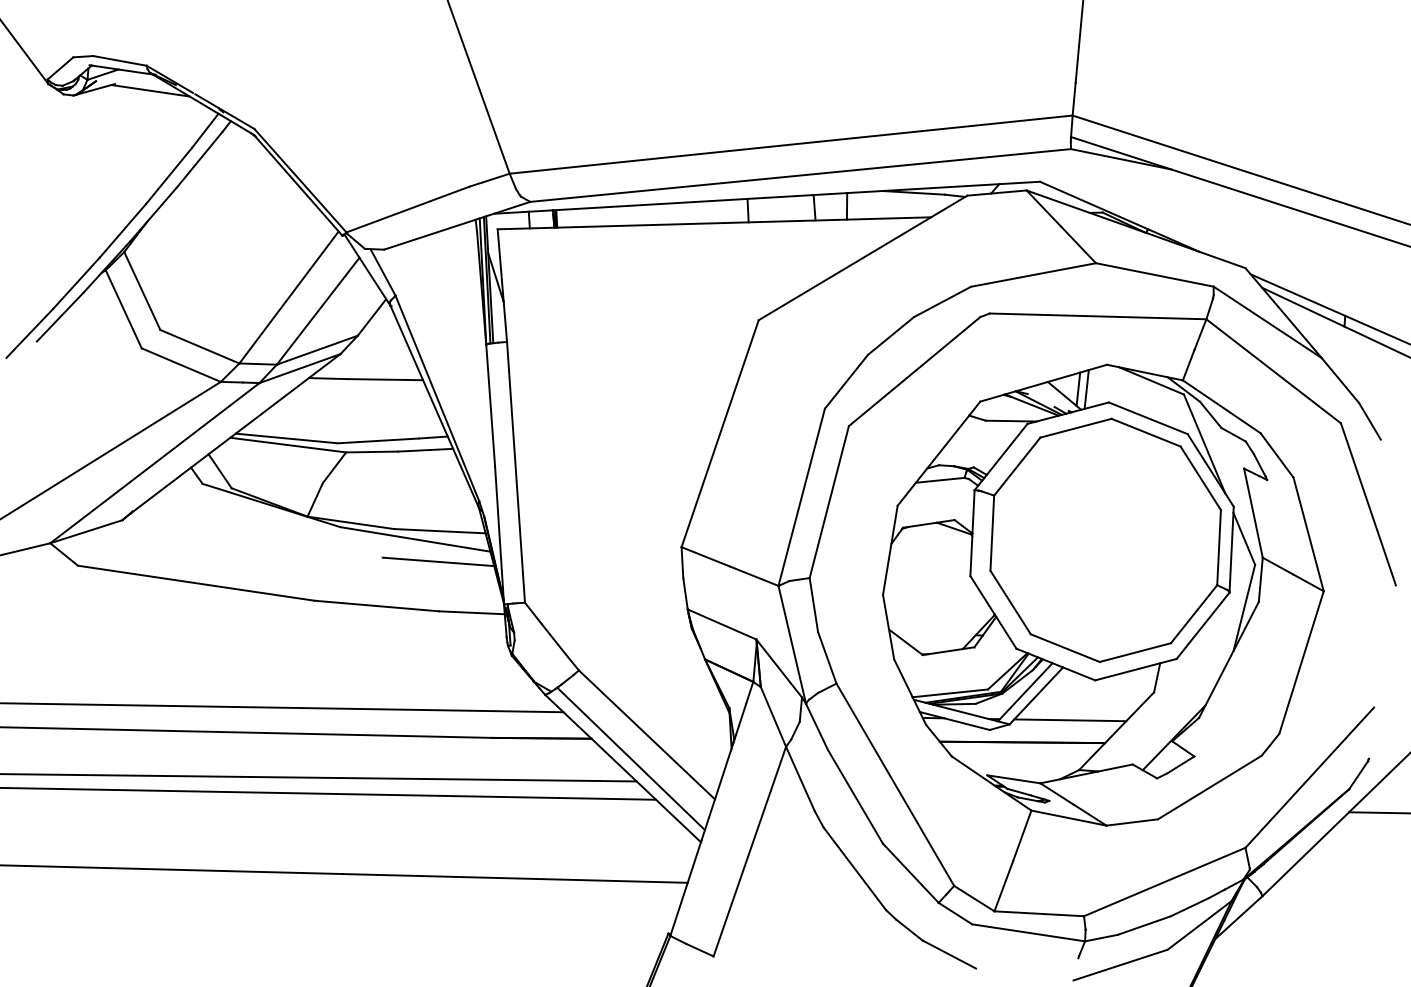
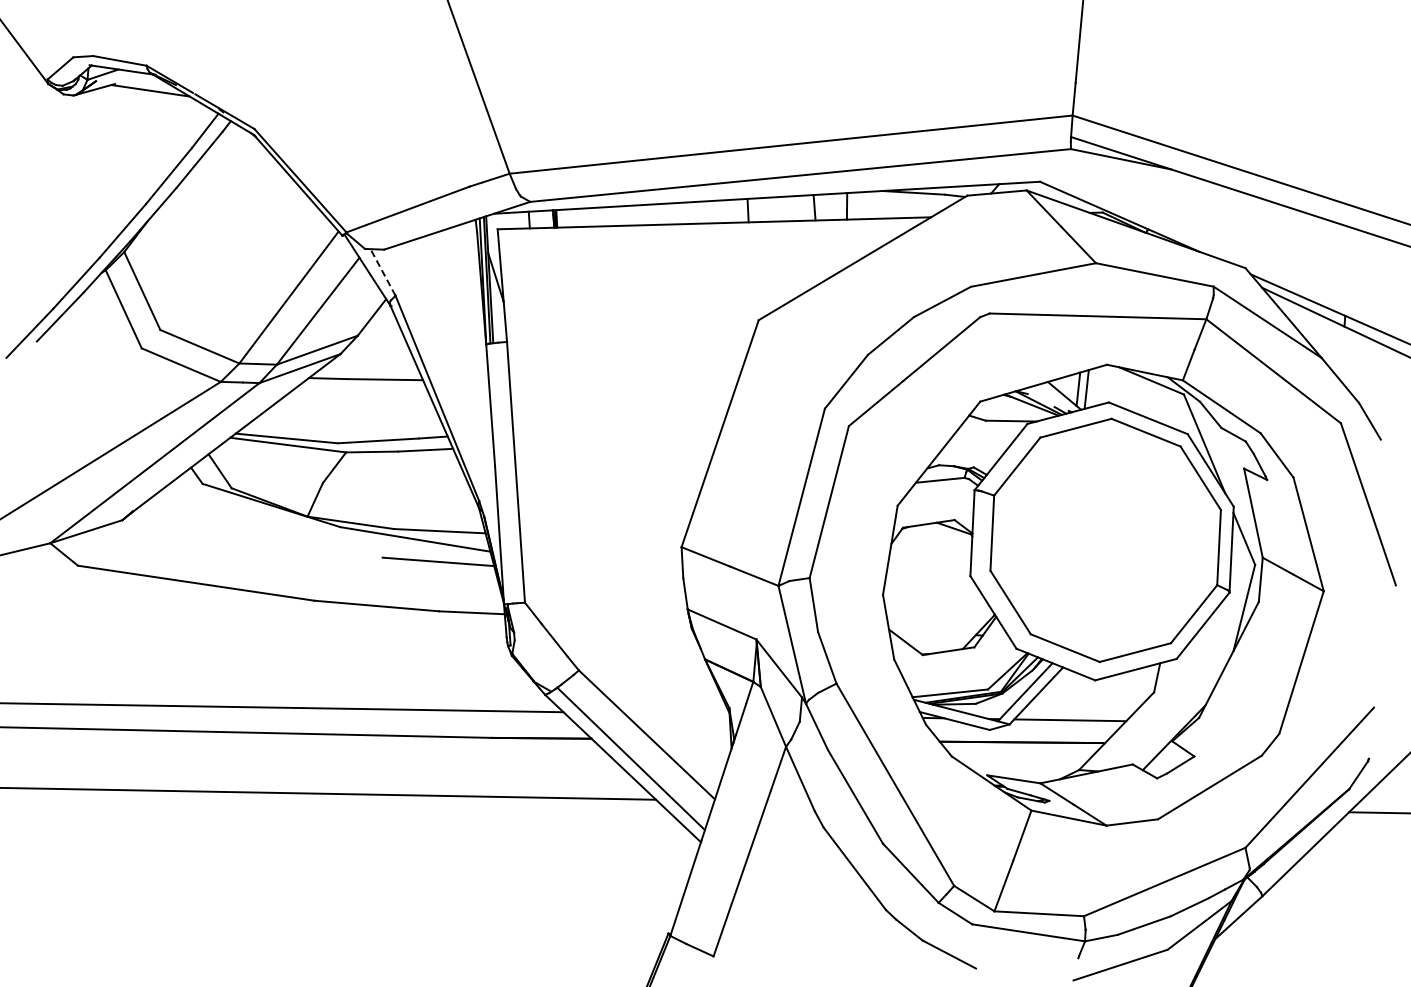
line at (382, 272): solid -> dashed
line at (319, 777): present -> none
line at (344, 873): present -> none
